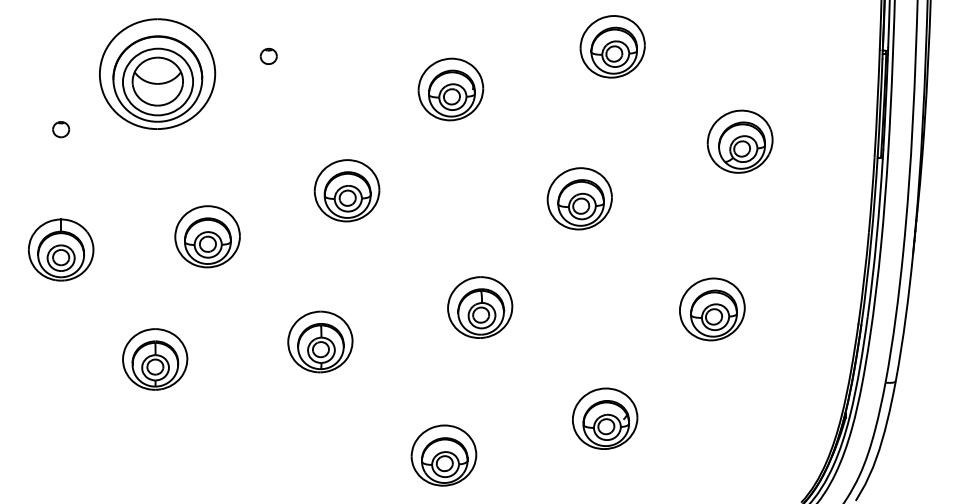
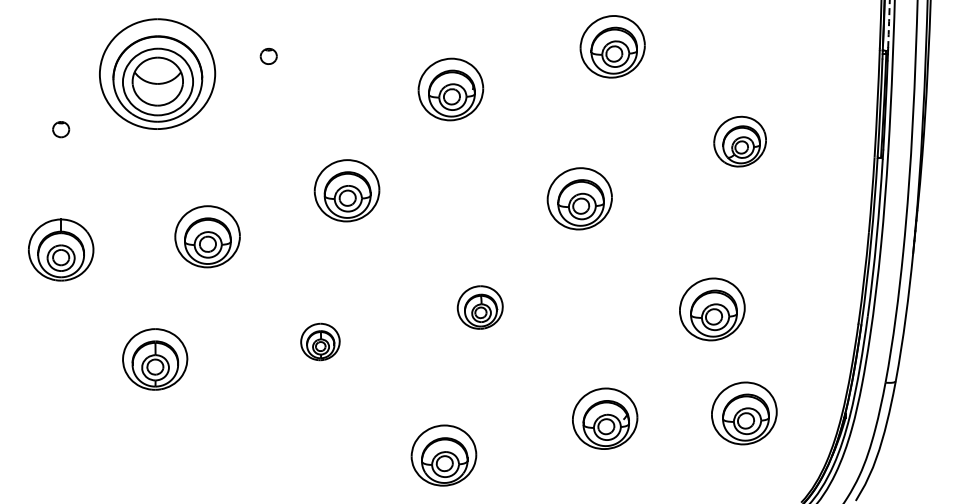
arc at (888, 24): solid -> dashed
part at (739, 141) size: 68x65 px -> 54x53 px
part at (480, 307) size: 67x63 px -> 48x45 px
part at (320, 341) size: 67x64 px -> 41x40 px
part at (744, 413): none -> present
